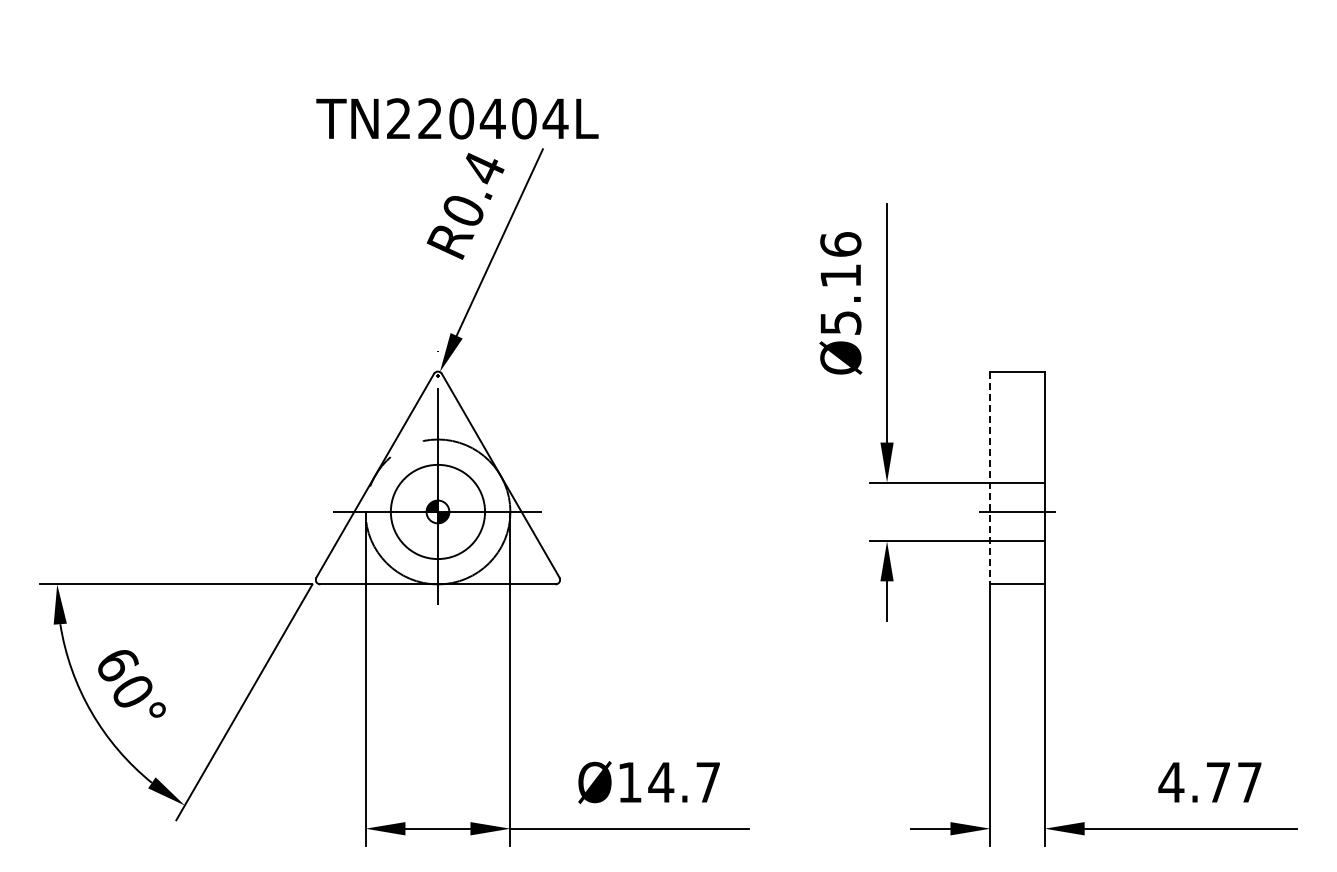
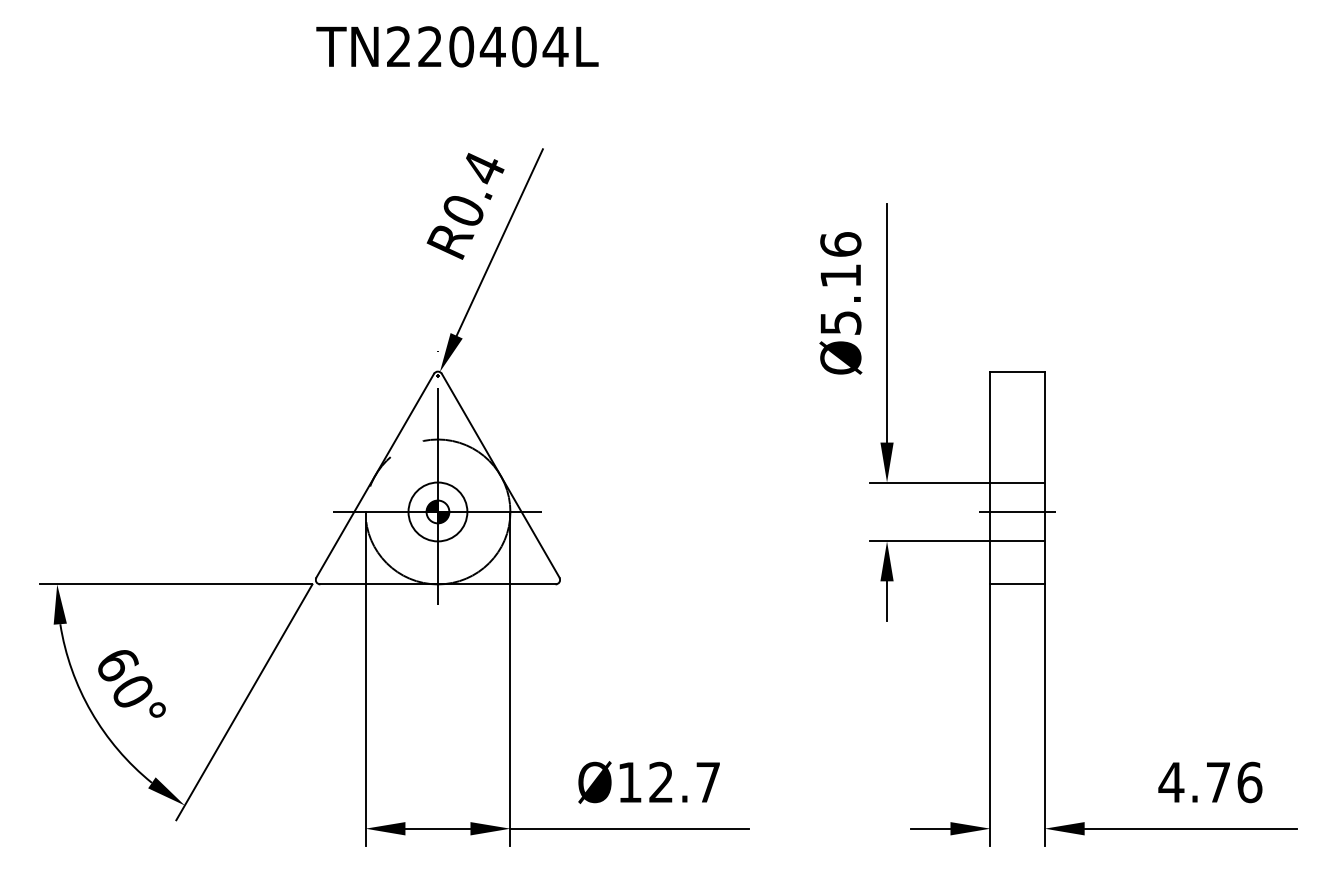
text at (457, 118) position: (457, 118) -> (457, 46)
line at (990, 478): dashed -> solid
circle at (437, 511) diameter: 94 px -> 59 px
text at (661, 781): Ø14.7 -> Ø12.7
text at (1249, 782): 4.77 -> 4.76
